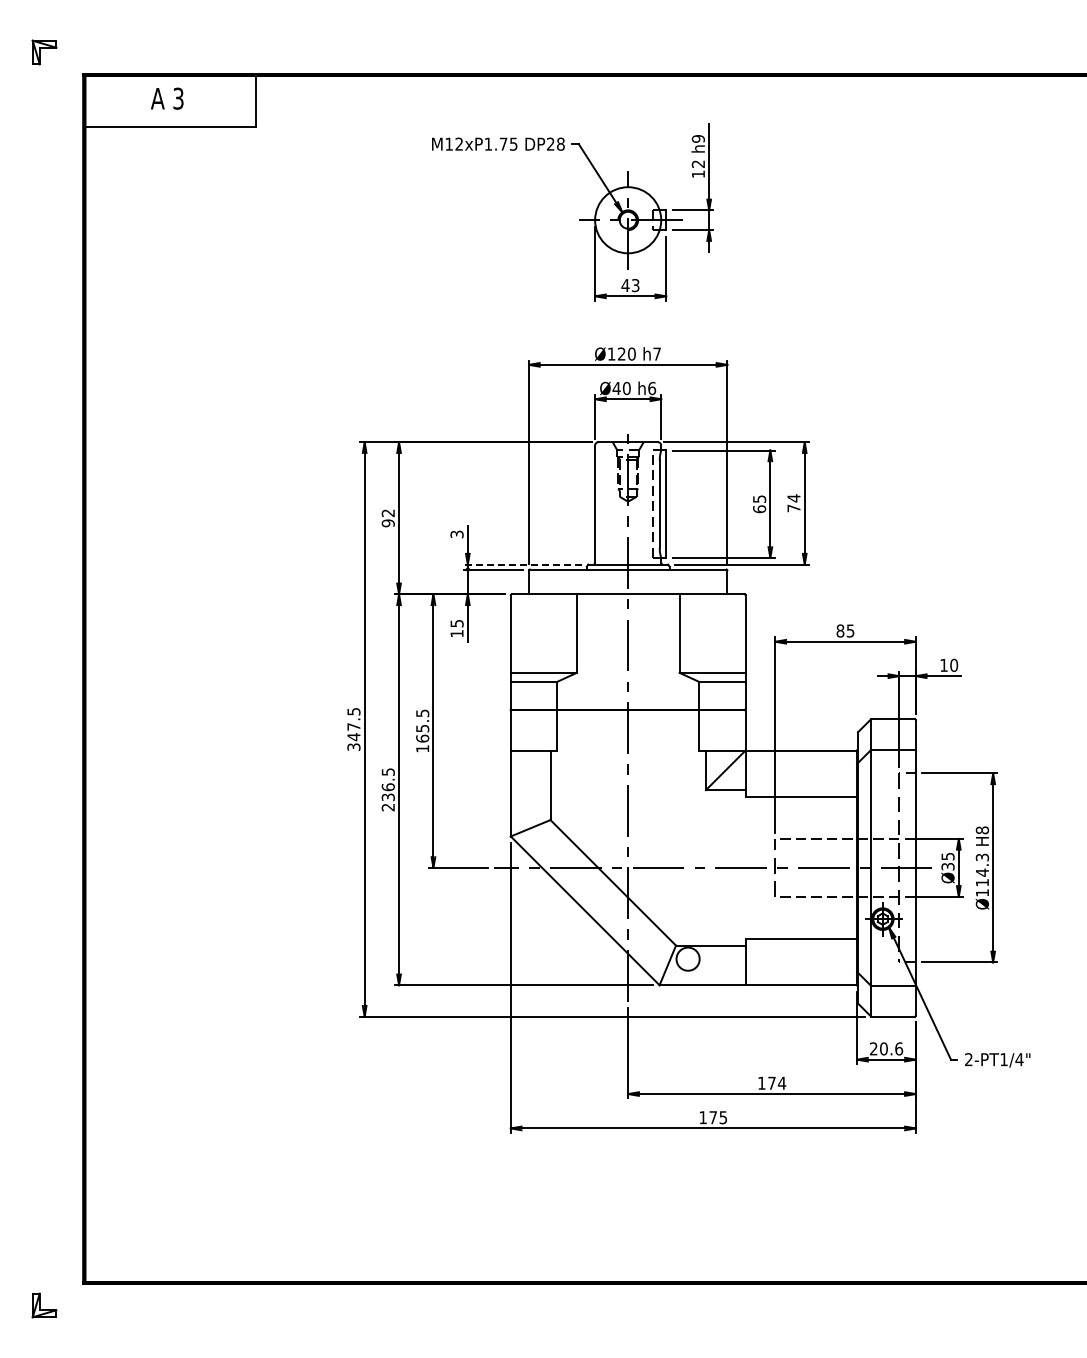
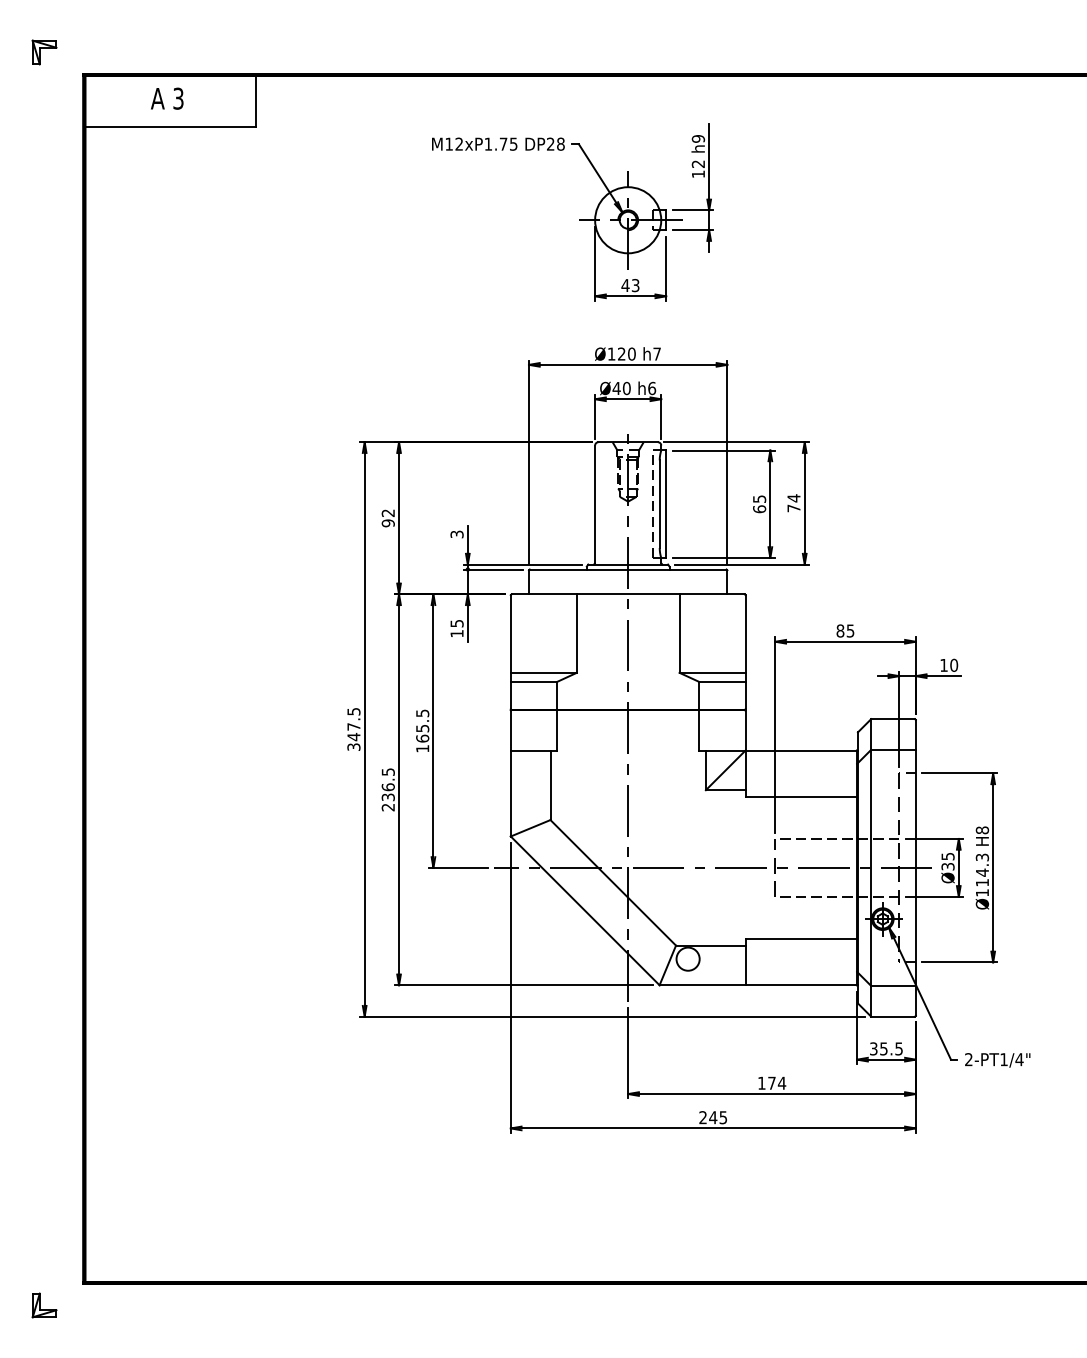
line at (522, 564): dashed -> solid
text at (886, 1048): 20.6 -> 35.5
text at (708, 1117): 175 -> 245
